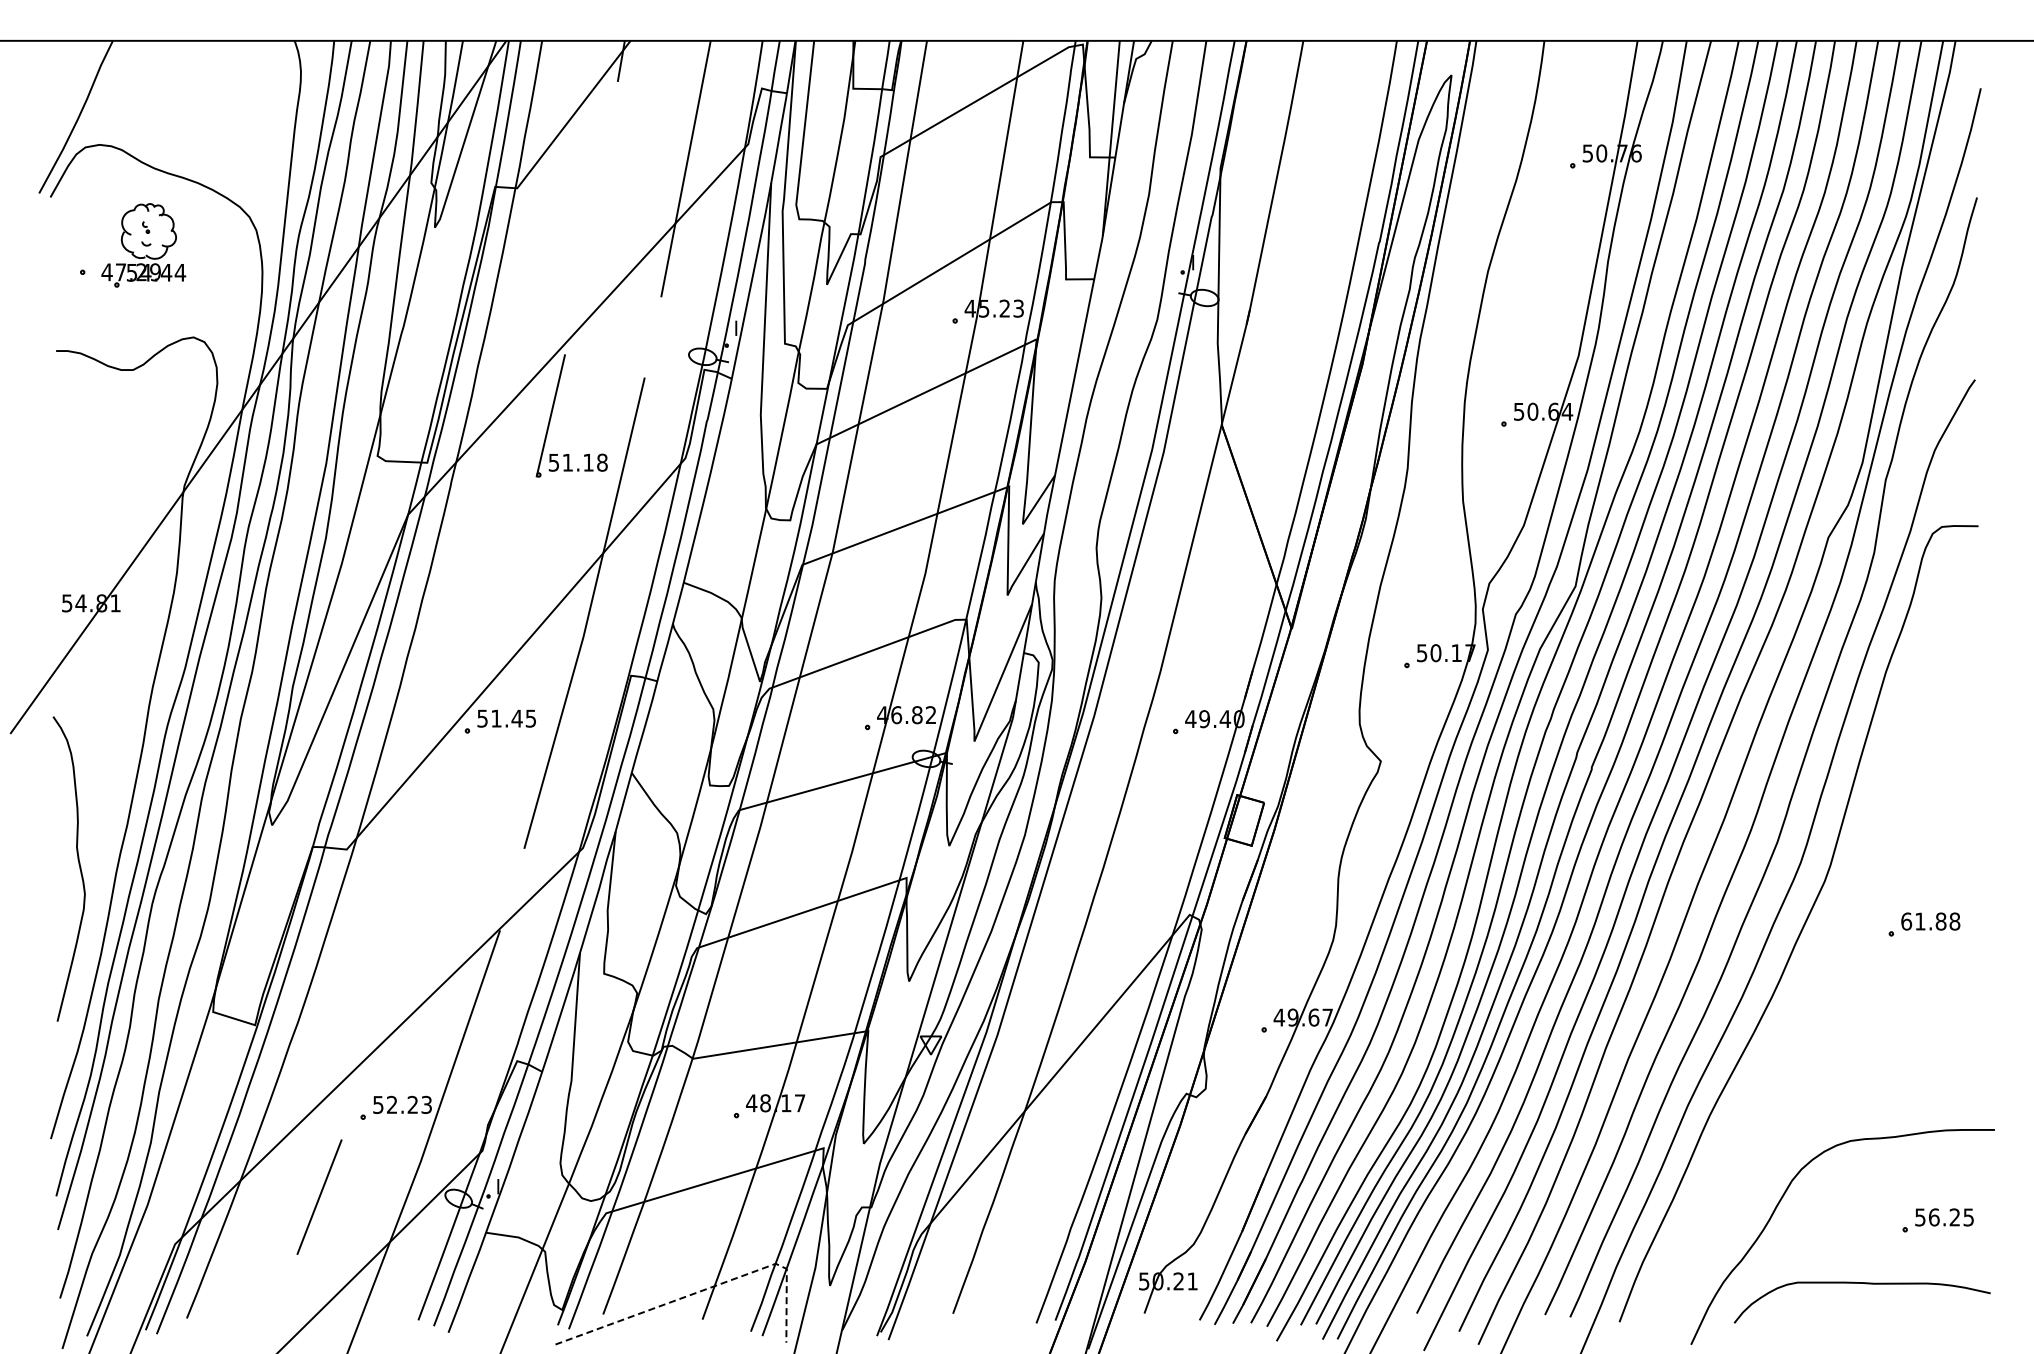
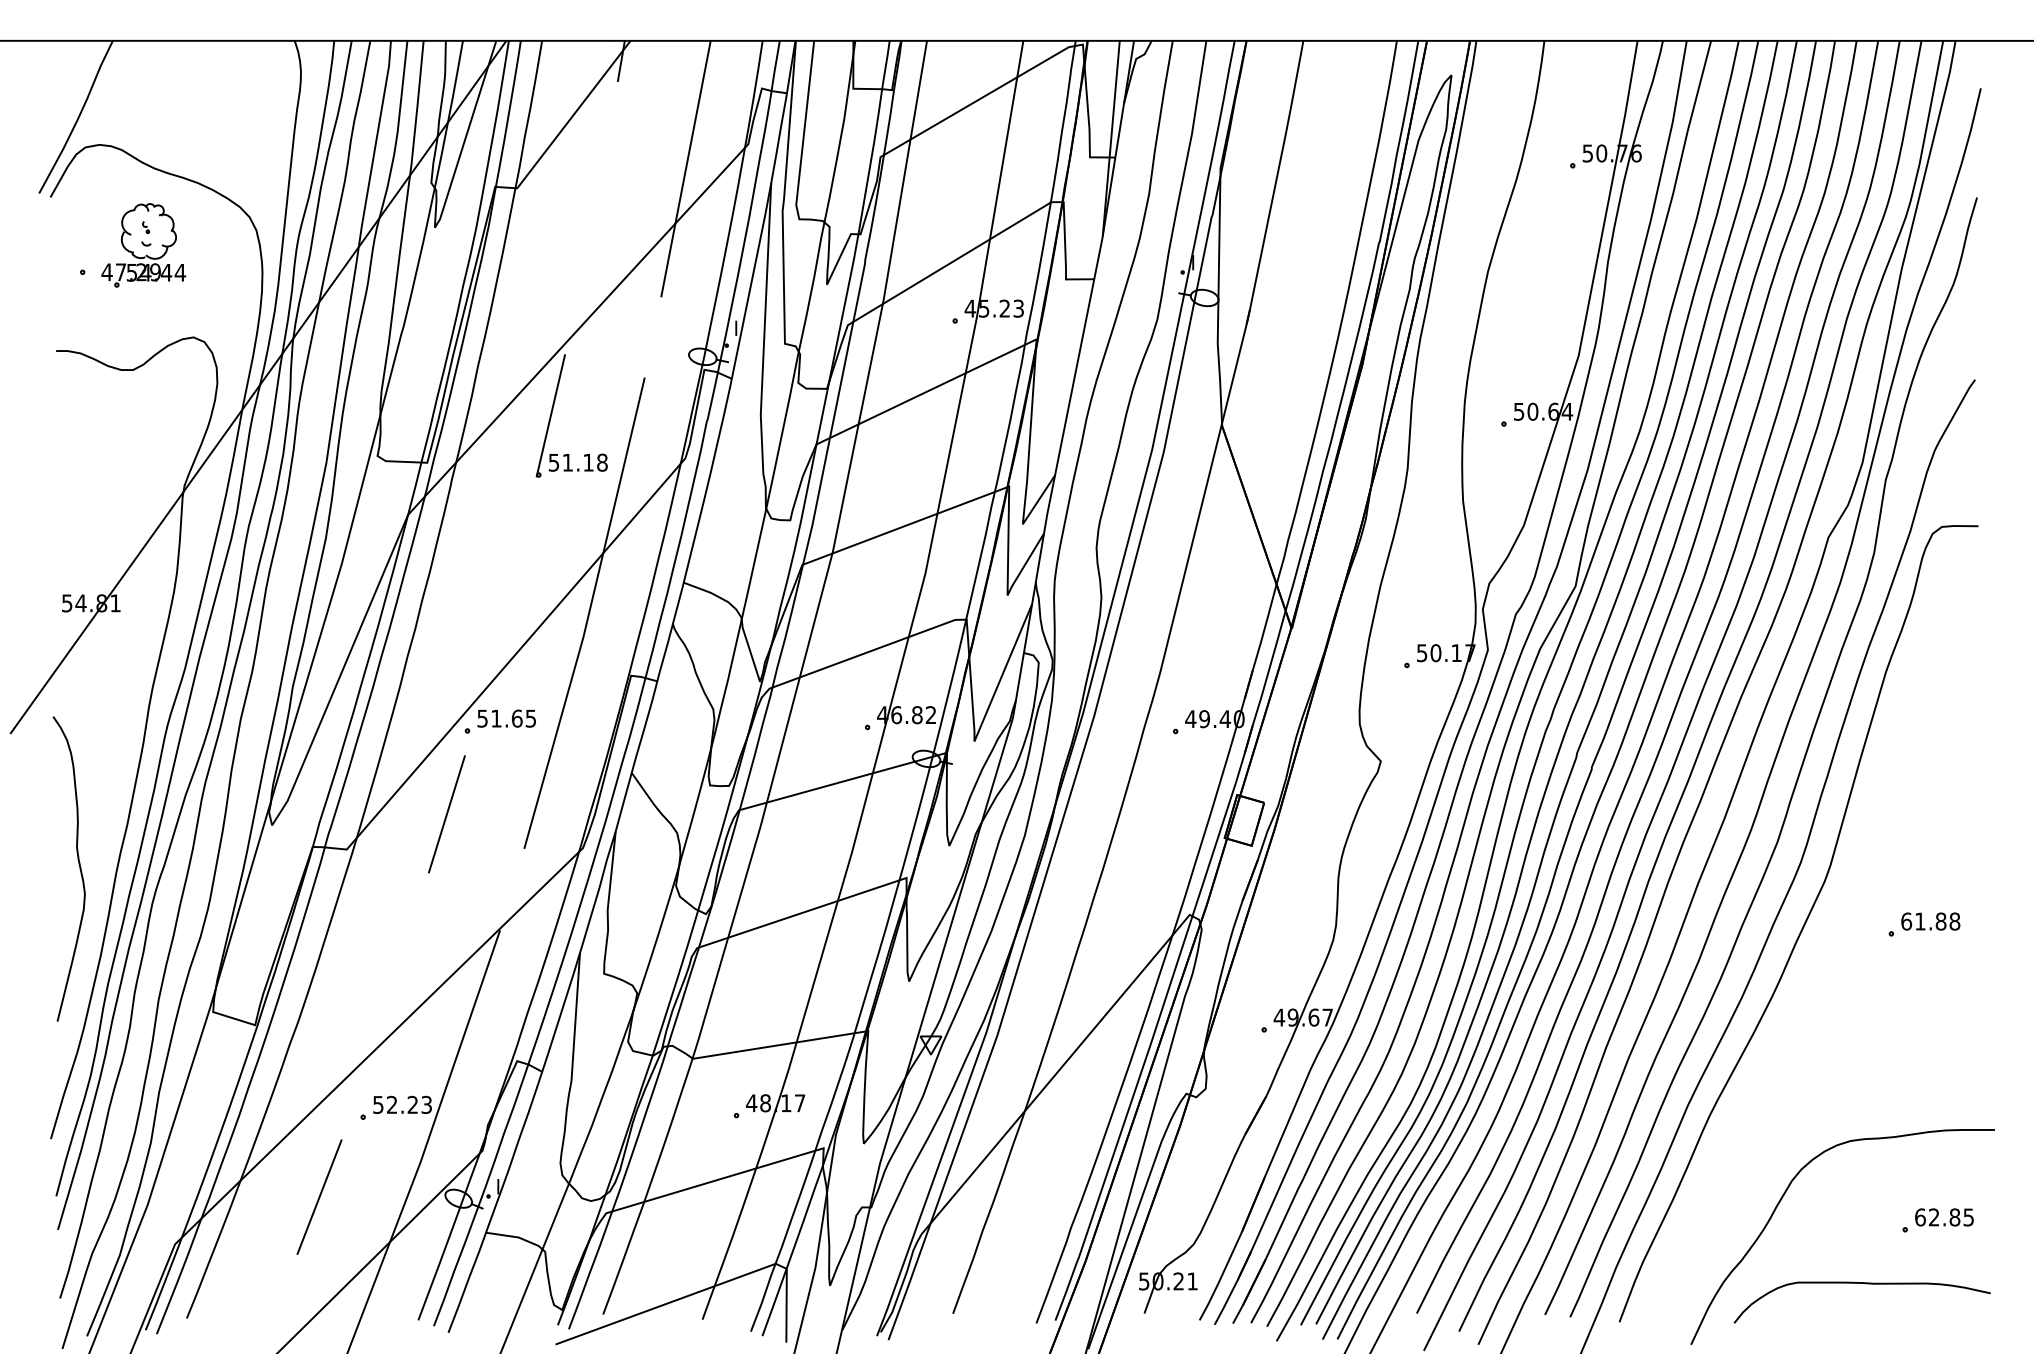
text at (516, 718): 51.45 -> 51.65
line at (446, 814): none -> present
text at (1937, 1217): 56.25 -> 62.85
line at (707, 1288): dashed -> solid
